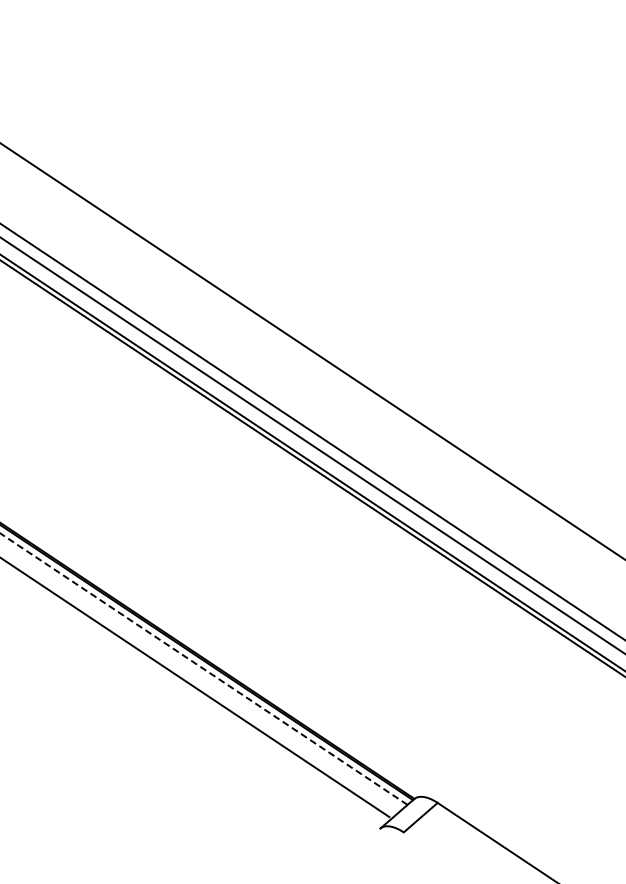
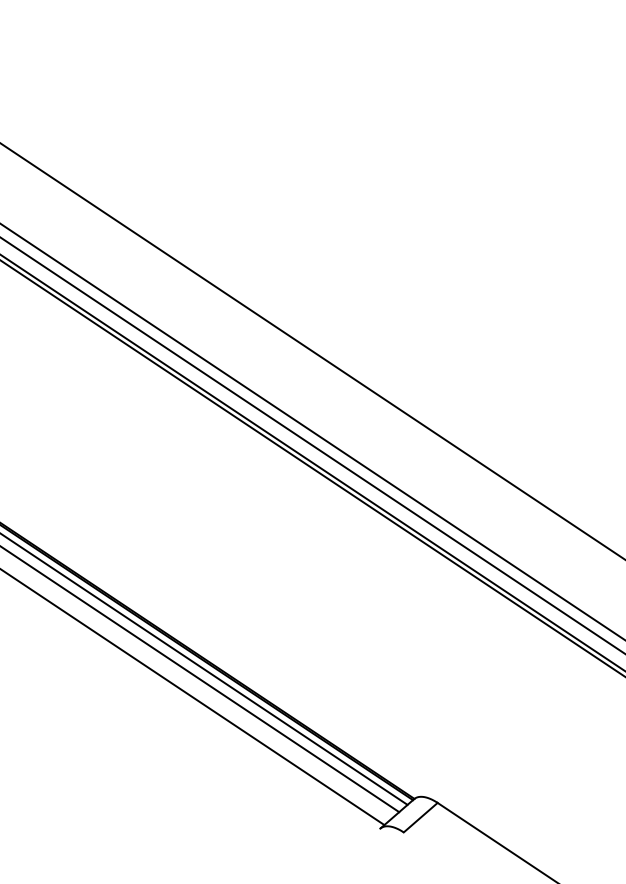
line at (203, 669): dashed -> solid
line at (200, 679): none -> present
line at (195, 688) position: (195, 688) -> (193, 697)
